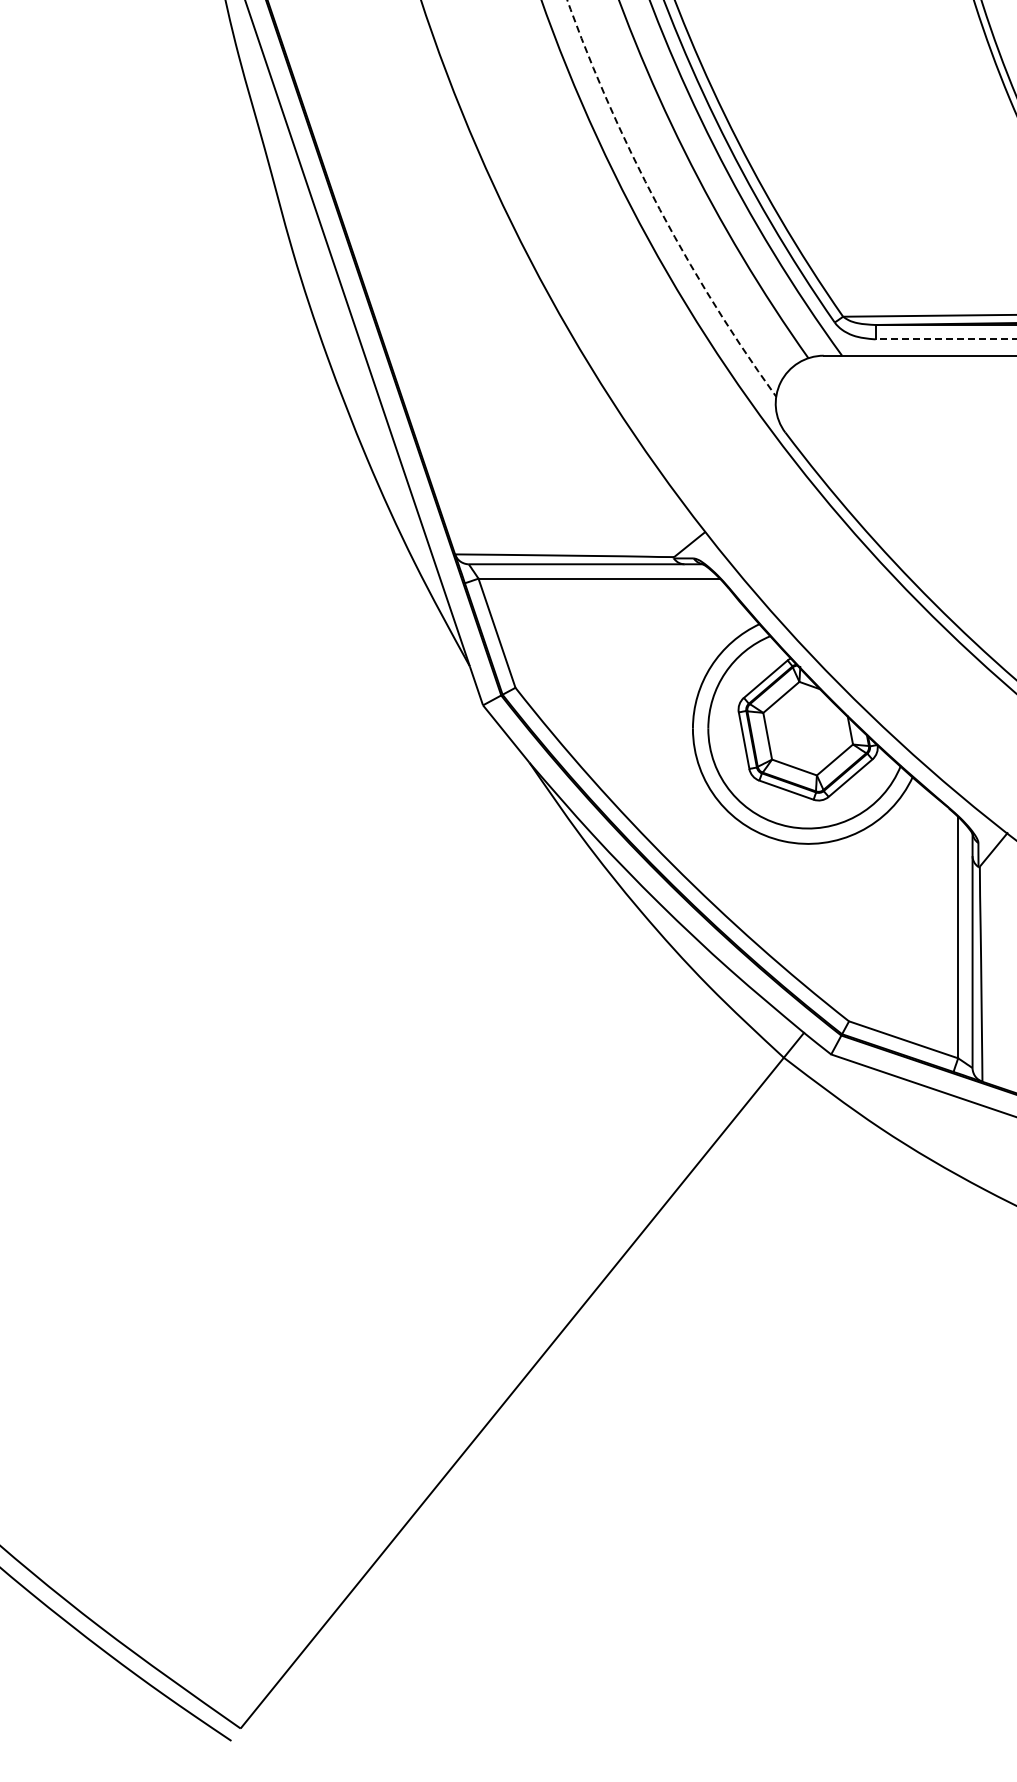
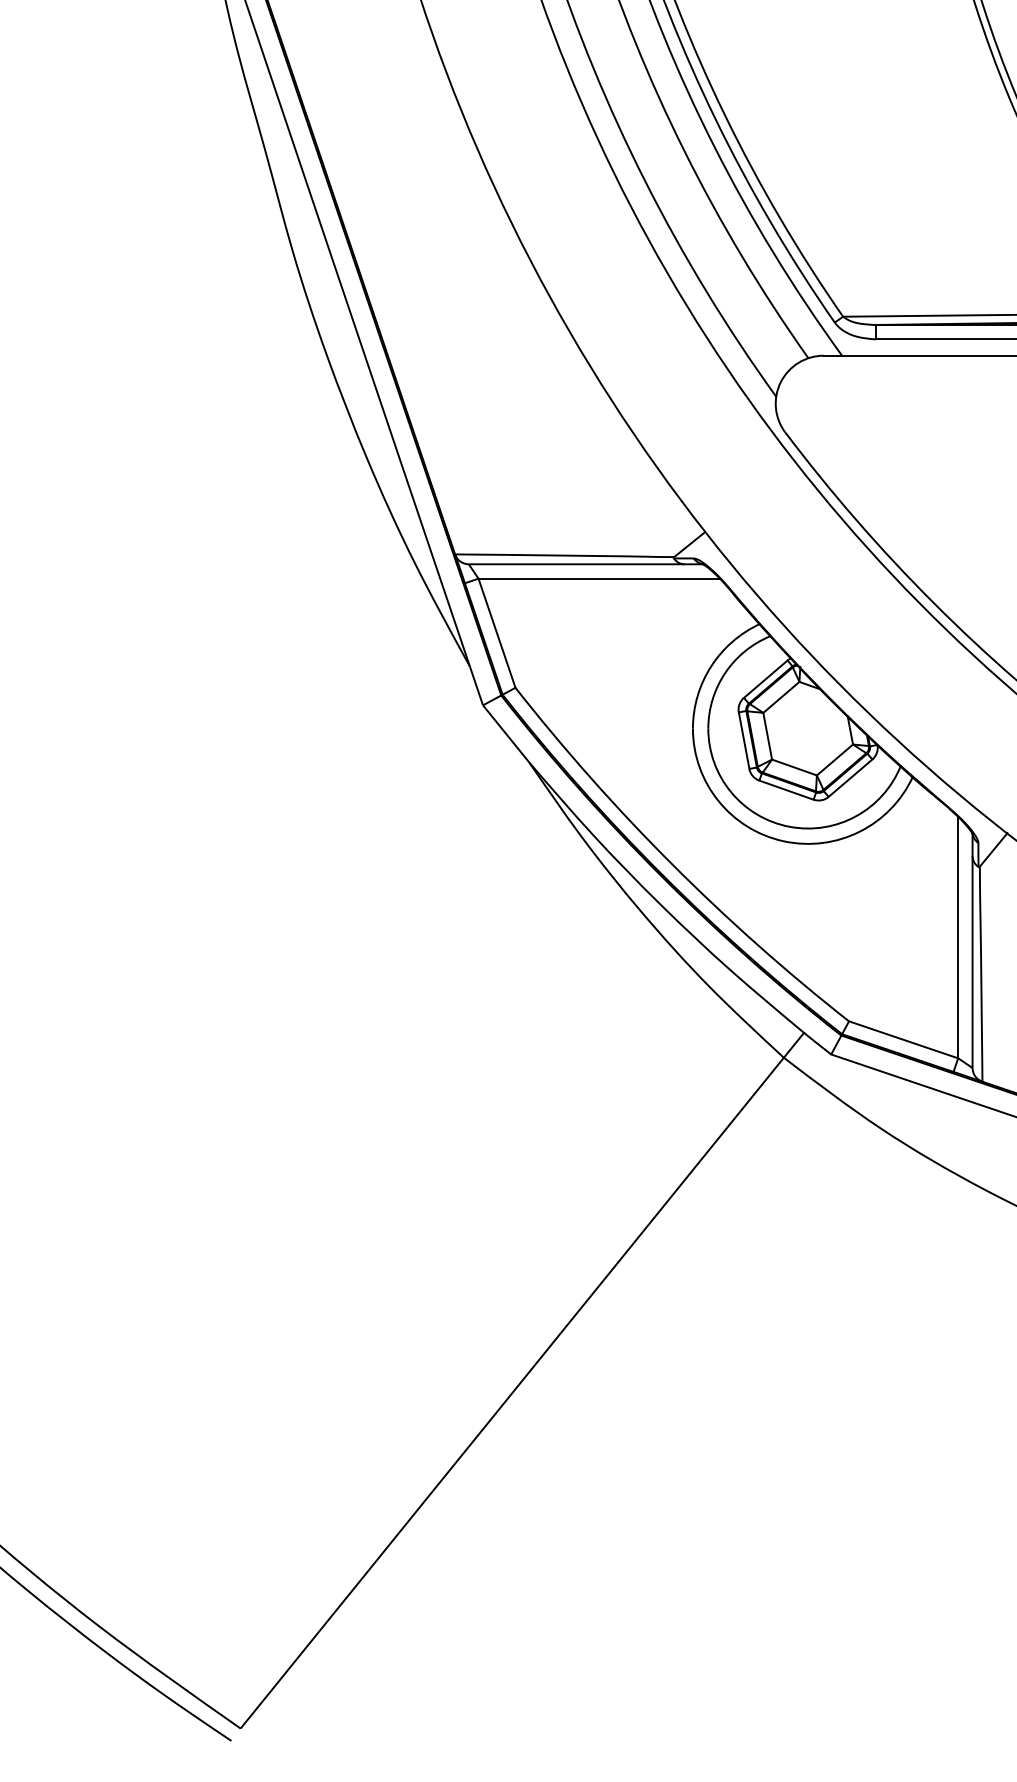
arc at (657, 205): dashed -> solid
line at (945, 339): dashed -> solid
